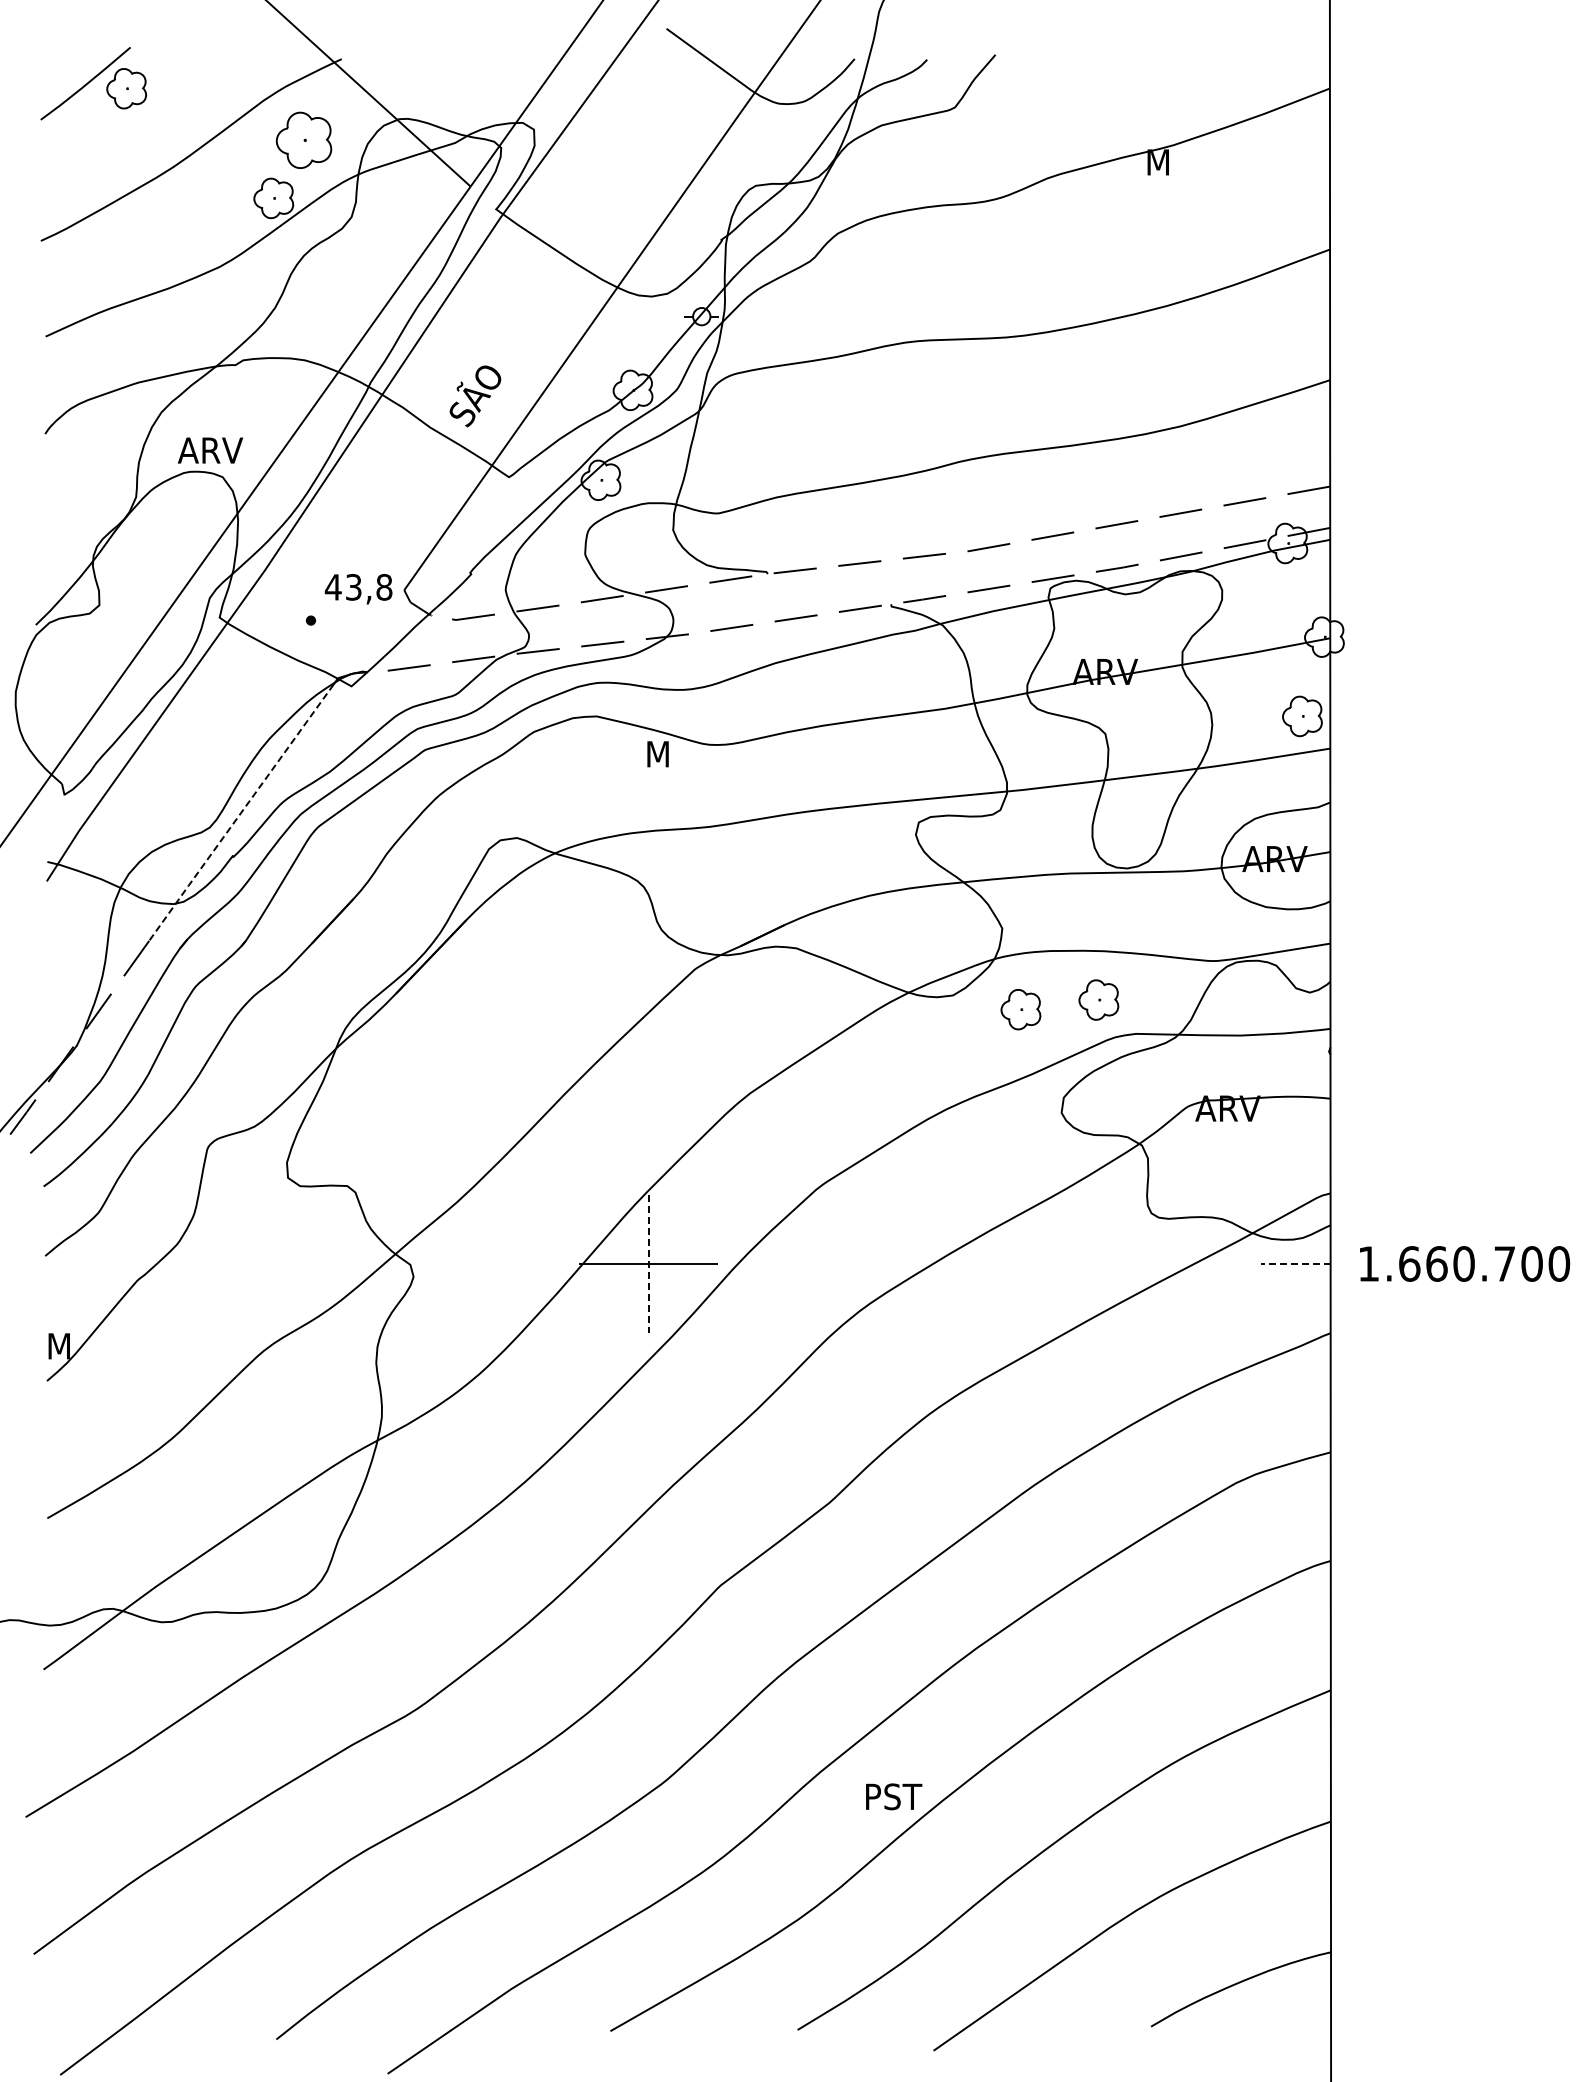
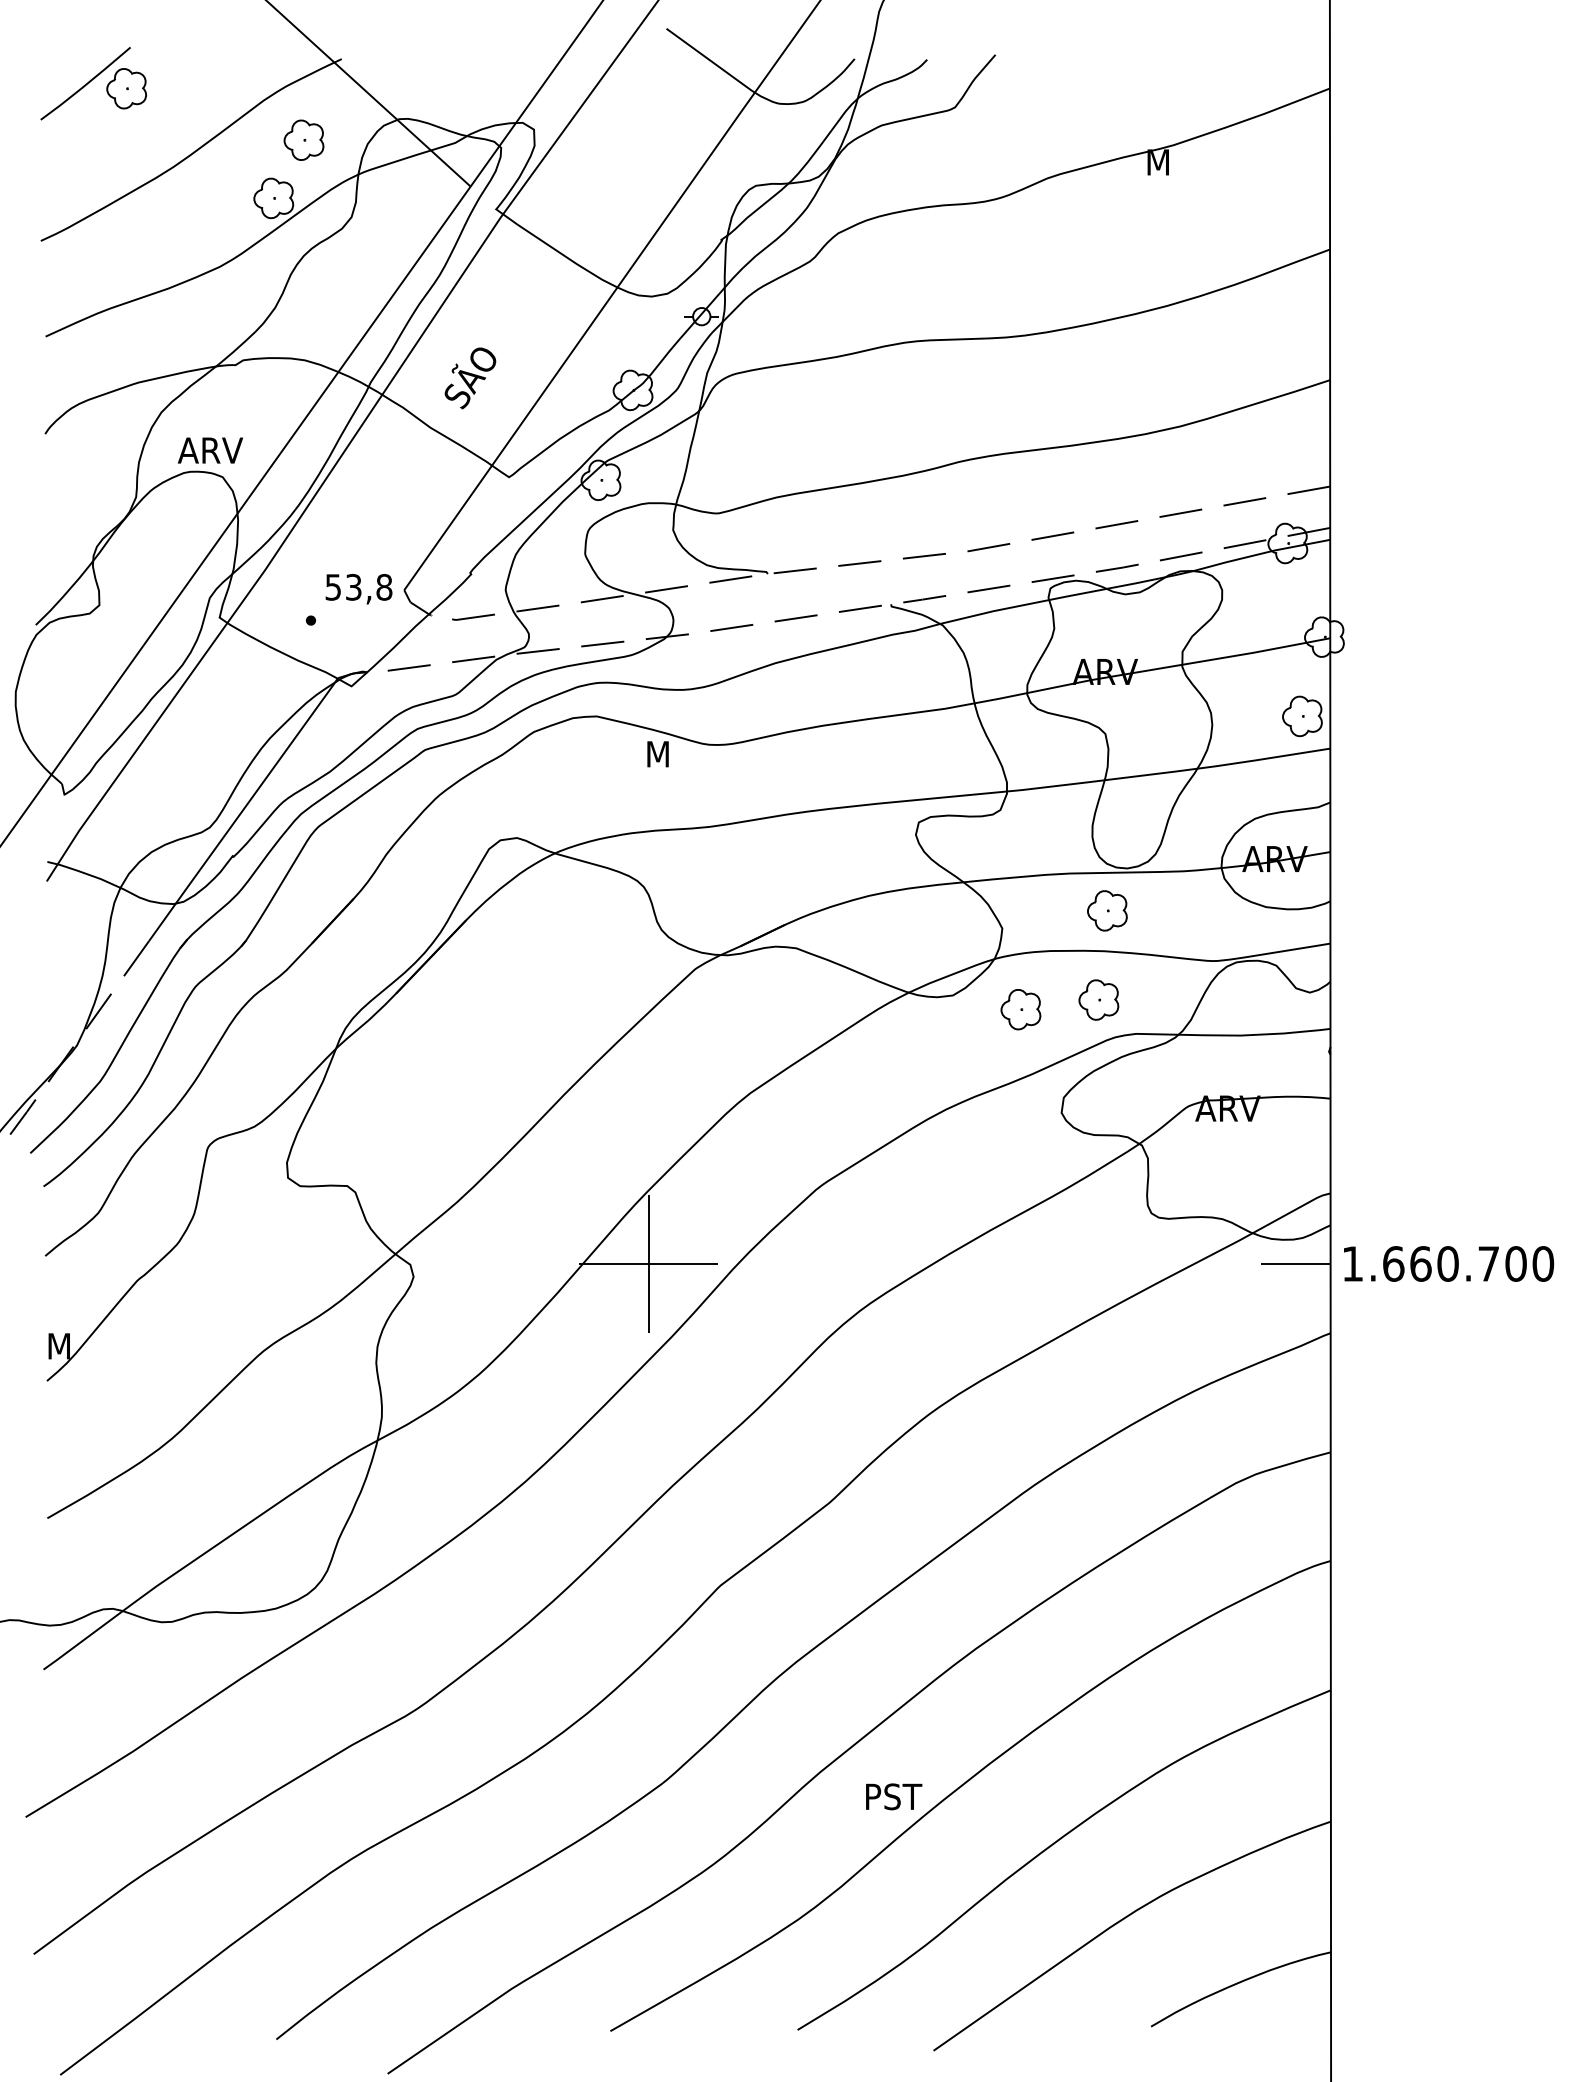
part at (303, 139) size: 58x58 px -> 42x42 px
text at (475, 396) position: (475, 396) -> (470, 378)
text at (332, 587): 43,8 -> 53,8
line at (240, 813): dashed -> solid
part at (1107, 910): none -> present
line at (1295, 1263): dashed -> solid
text at (1465, 1263) position: (1465, 1263) -> (1449, 1263)
line at (648, 1264): dashed -> solid
